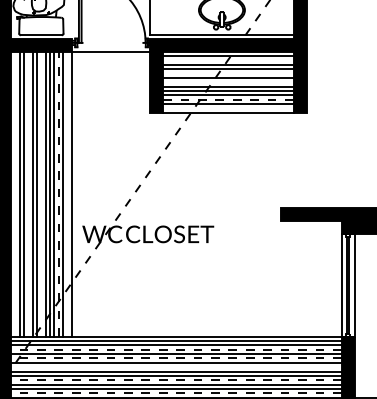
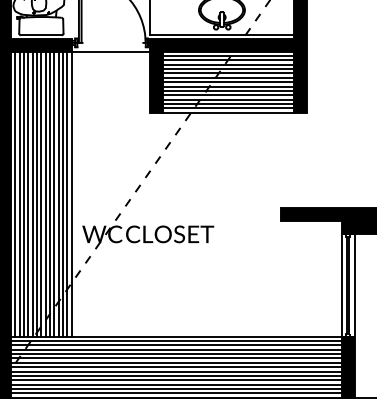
line at (228, 60): none -> present
line at (228, 73): none -> present
line at (228, 82): none -> present
line at (228, 99): dashed -> solid
line at (228, 108): none -> present
line at (15, 193): none -> present
line at (28, 193): none -> present
line at (41, 193): none -> present
line at (58, 193): dashed -> solid
line at (67, 193): none -> present
line at (175, 349): dashed -> solid
line at (175, 358): dashed -> solid
line at (175, 367): none -> present
line at (175, 380): dashed -> solid
line at (175, 393): dashed -> solid
